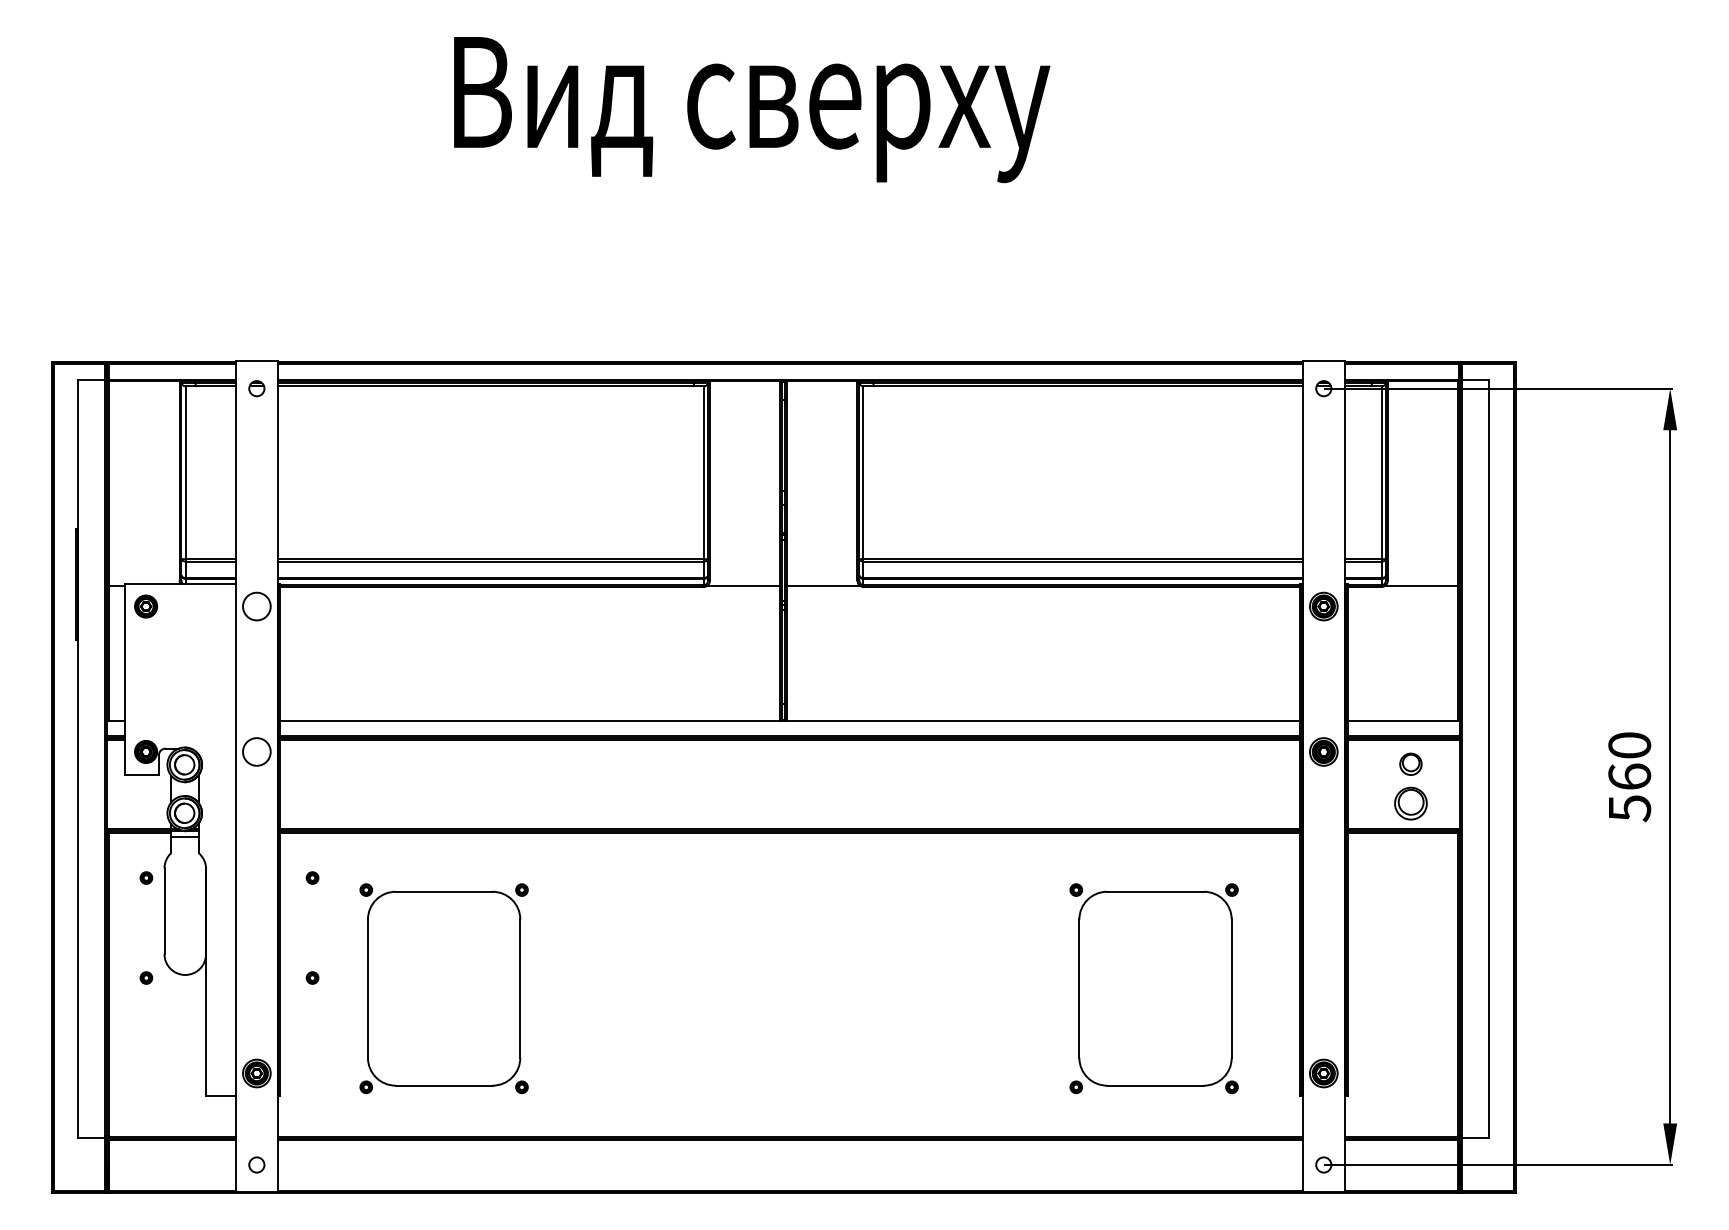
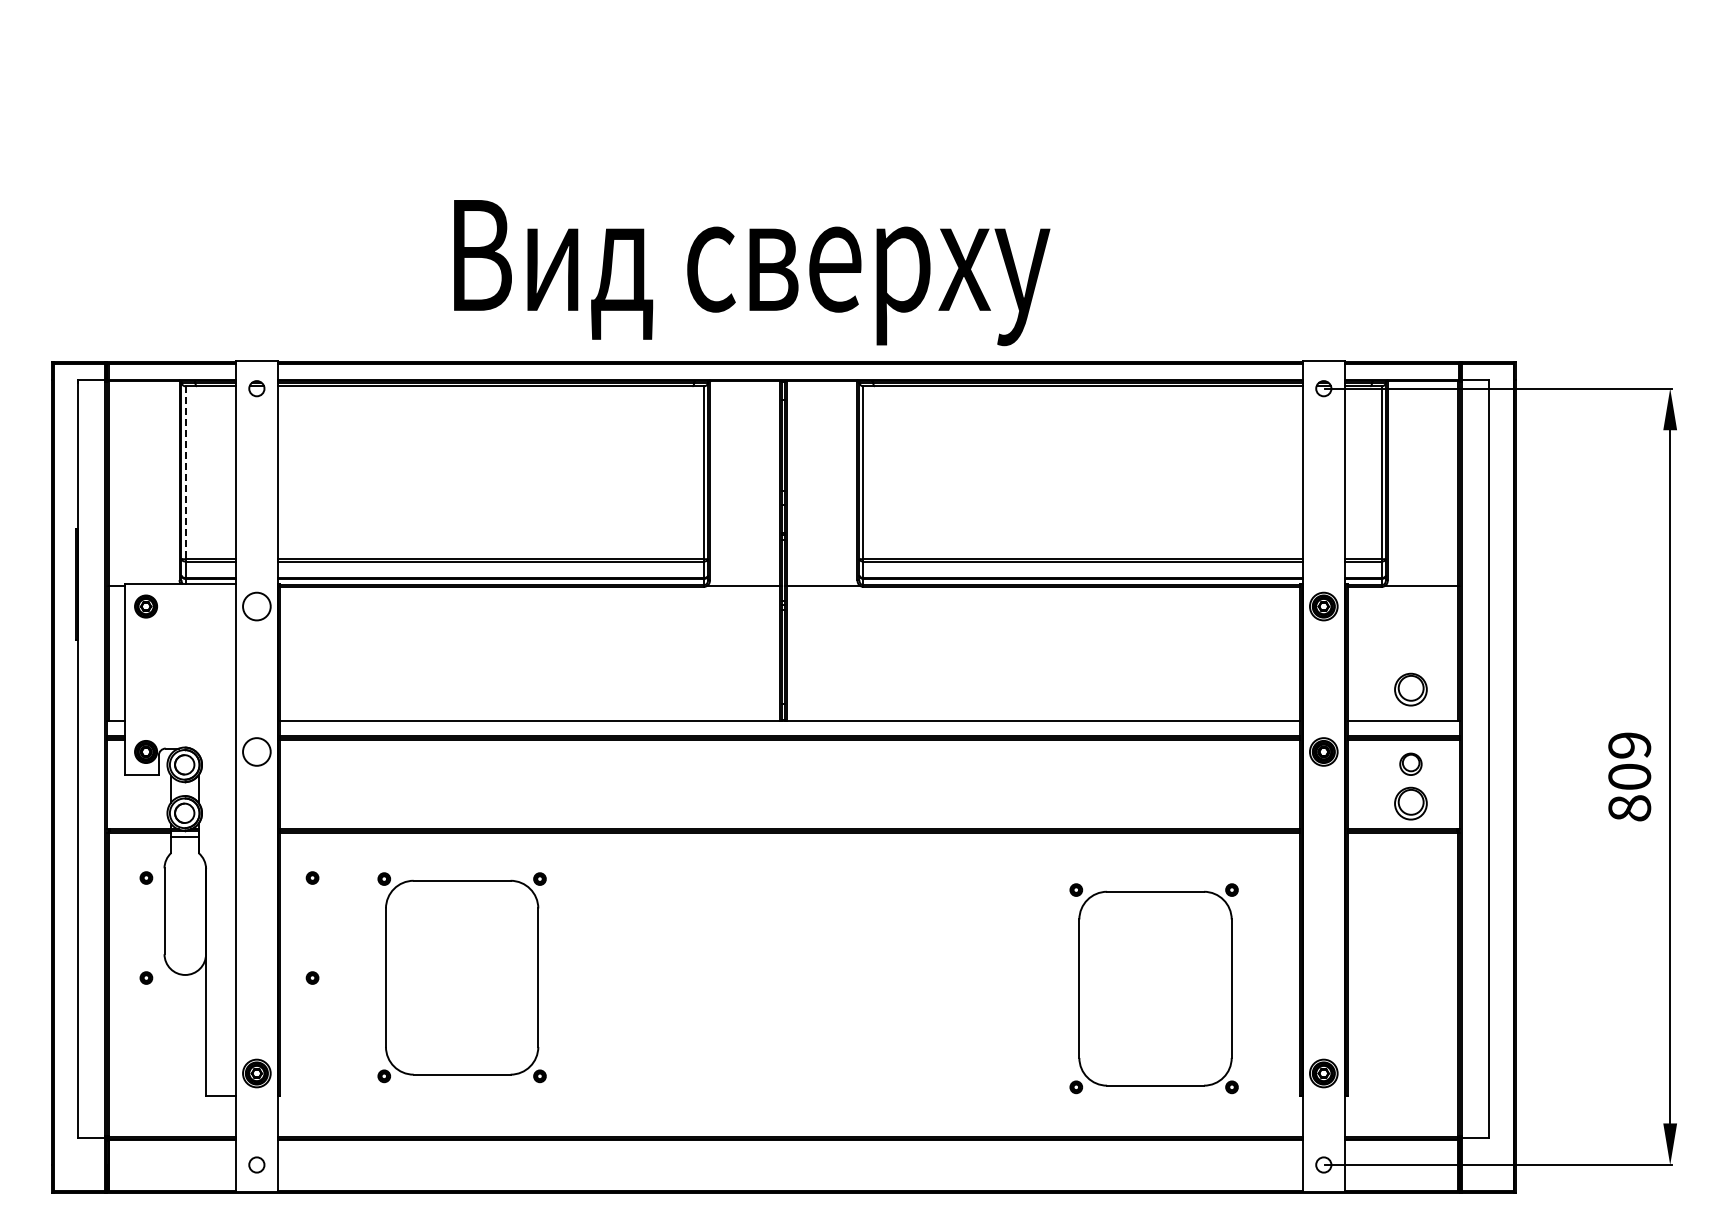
text at (752, 110) position: (752, 110) -> (752, 273)
line at (185, 473): solid -> dashed
part at (1410, 689): none -> present
text at (1629, 777): 560 -> 809
part at (443, 988) position: (443, 988) -> (461, 977)
